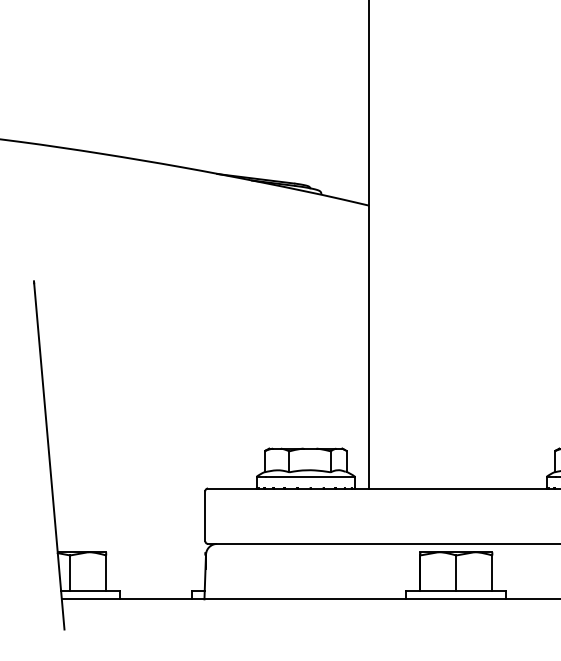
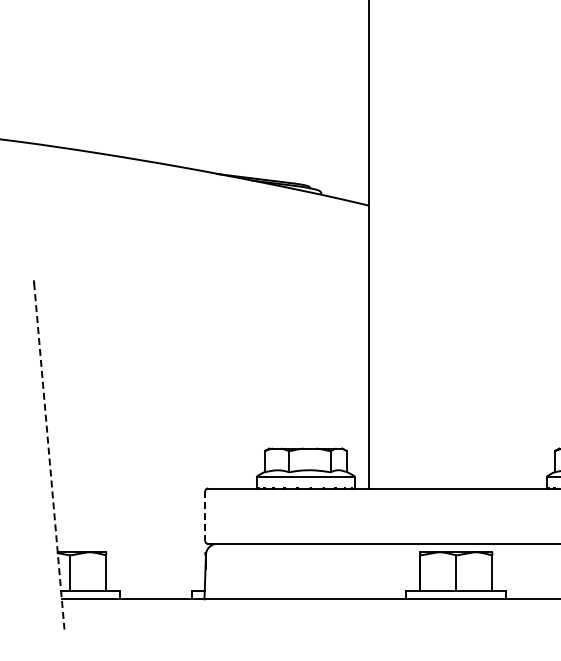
line at (49, 456): solid -> dashed
line at (205, 516): solid -> dashed
